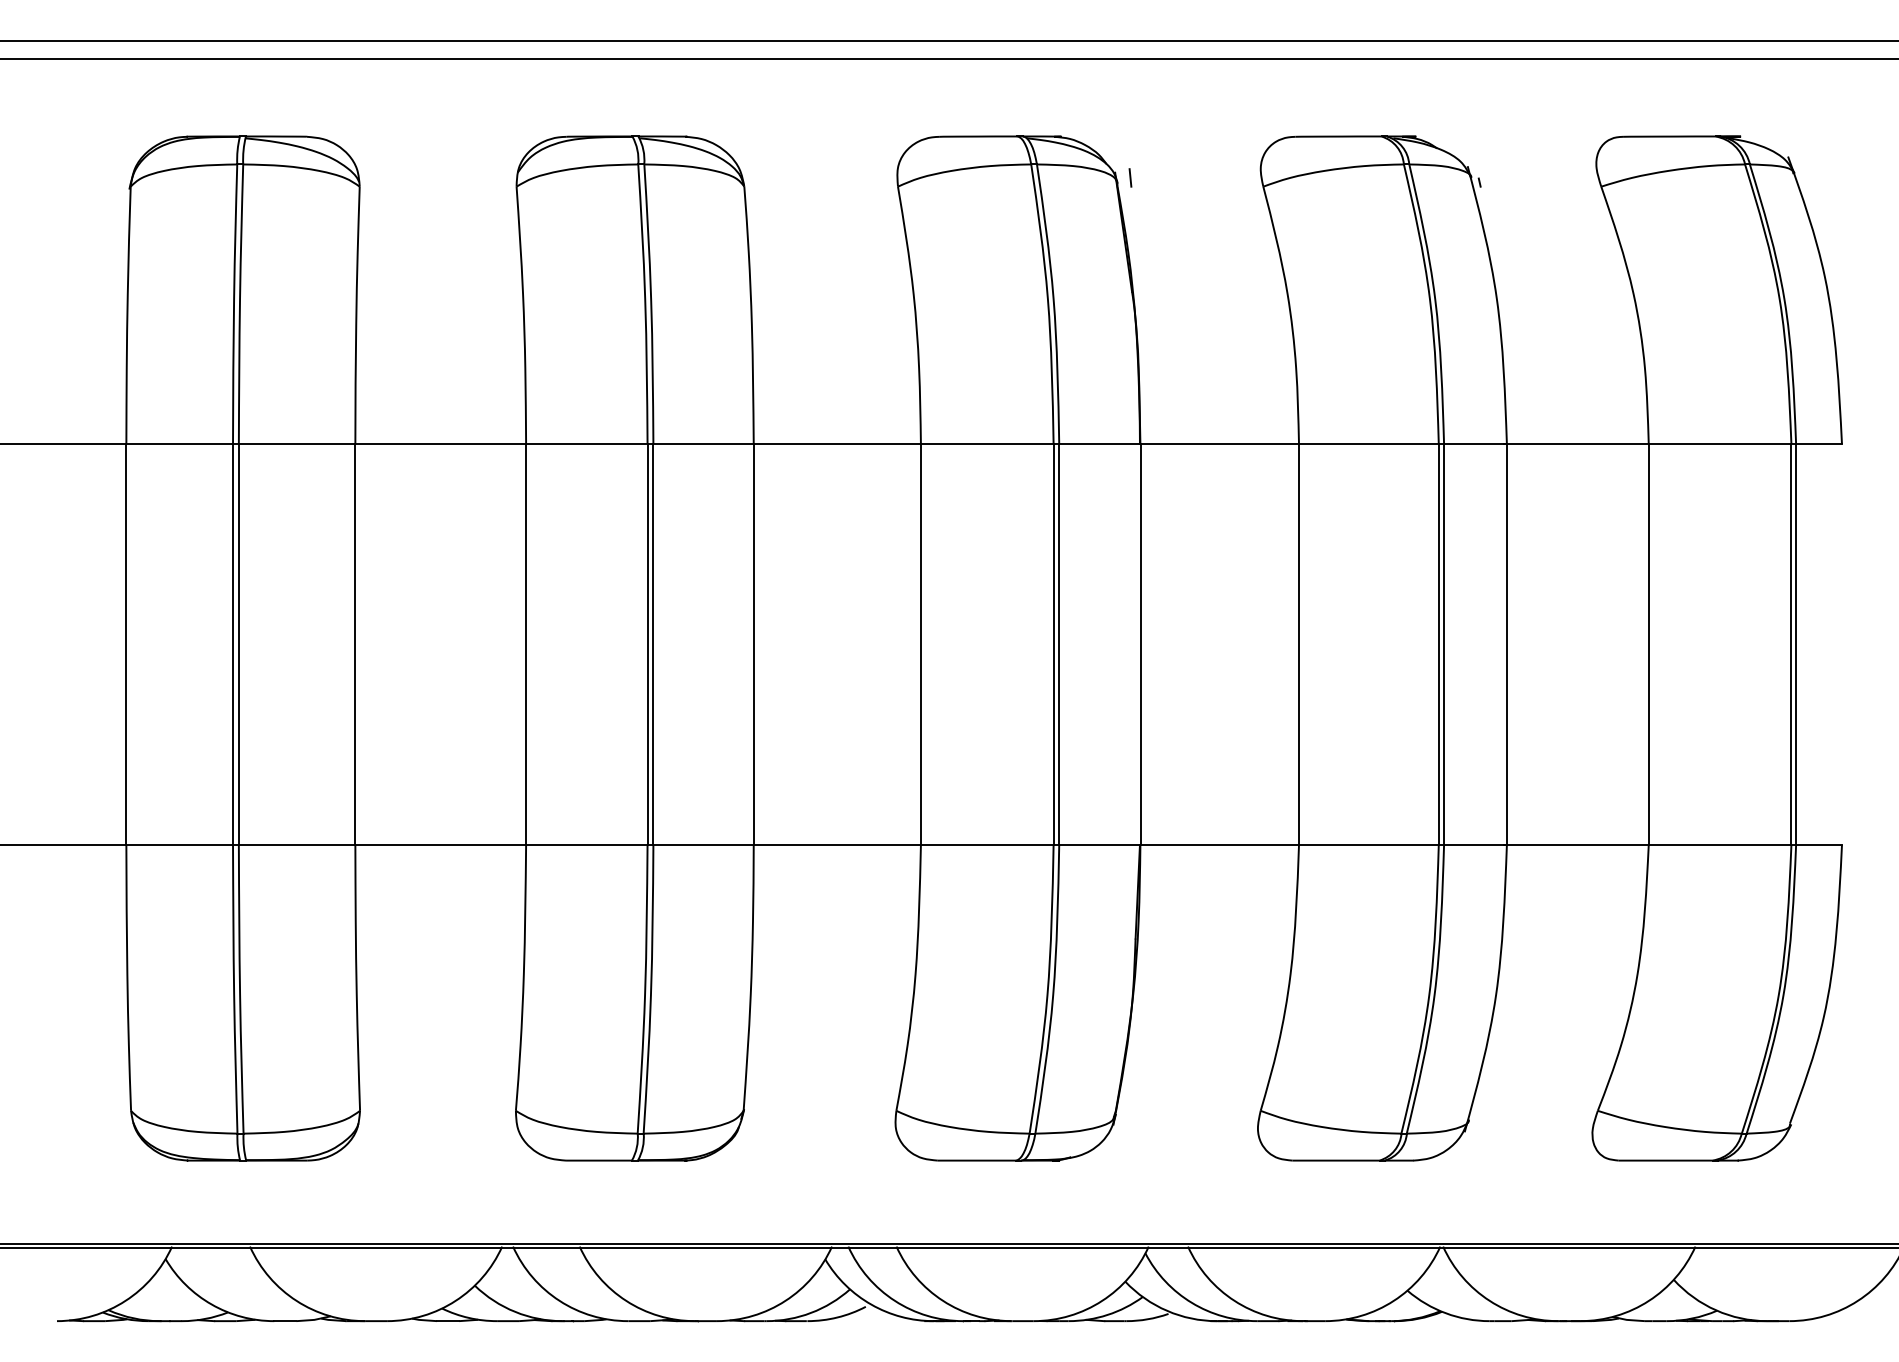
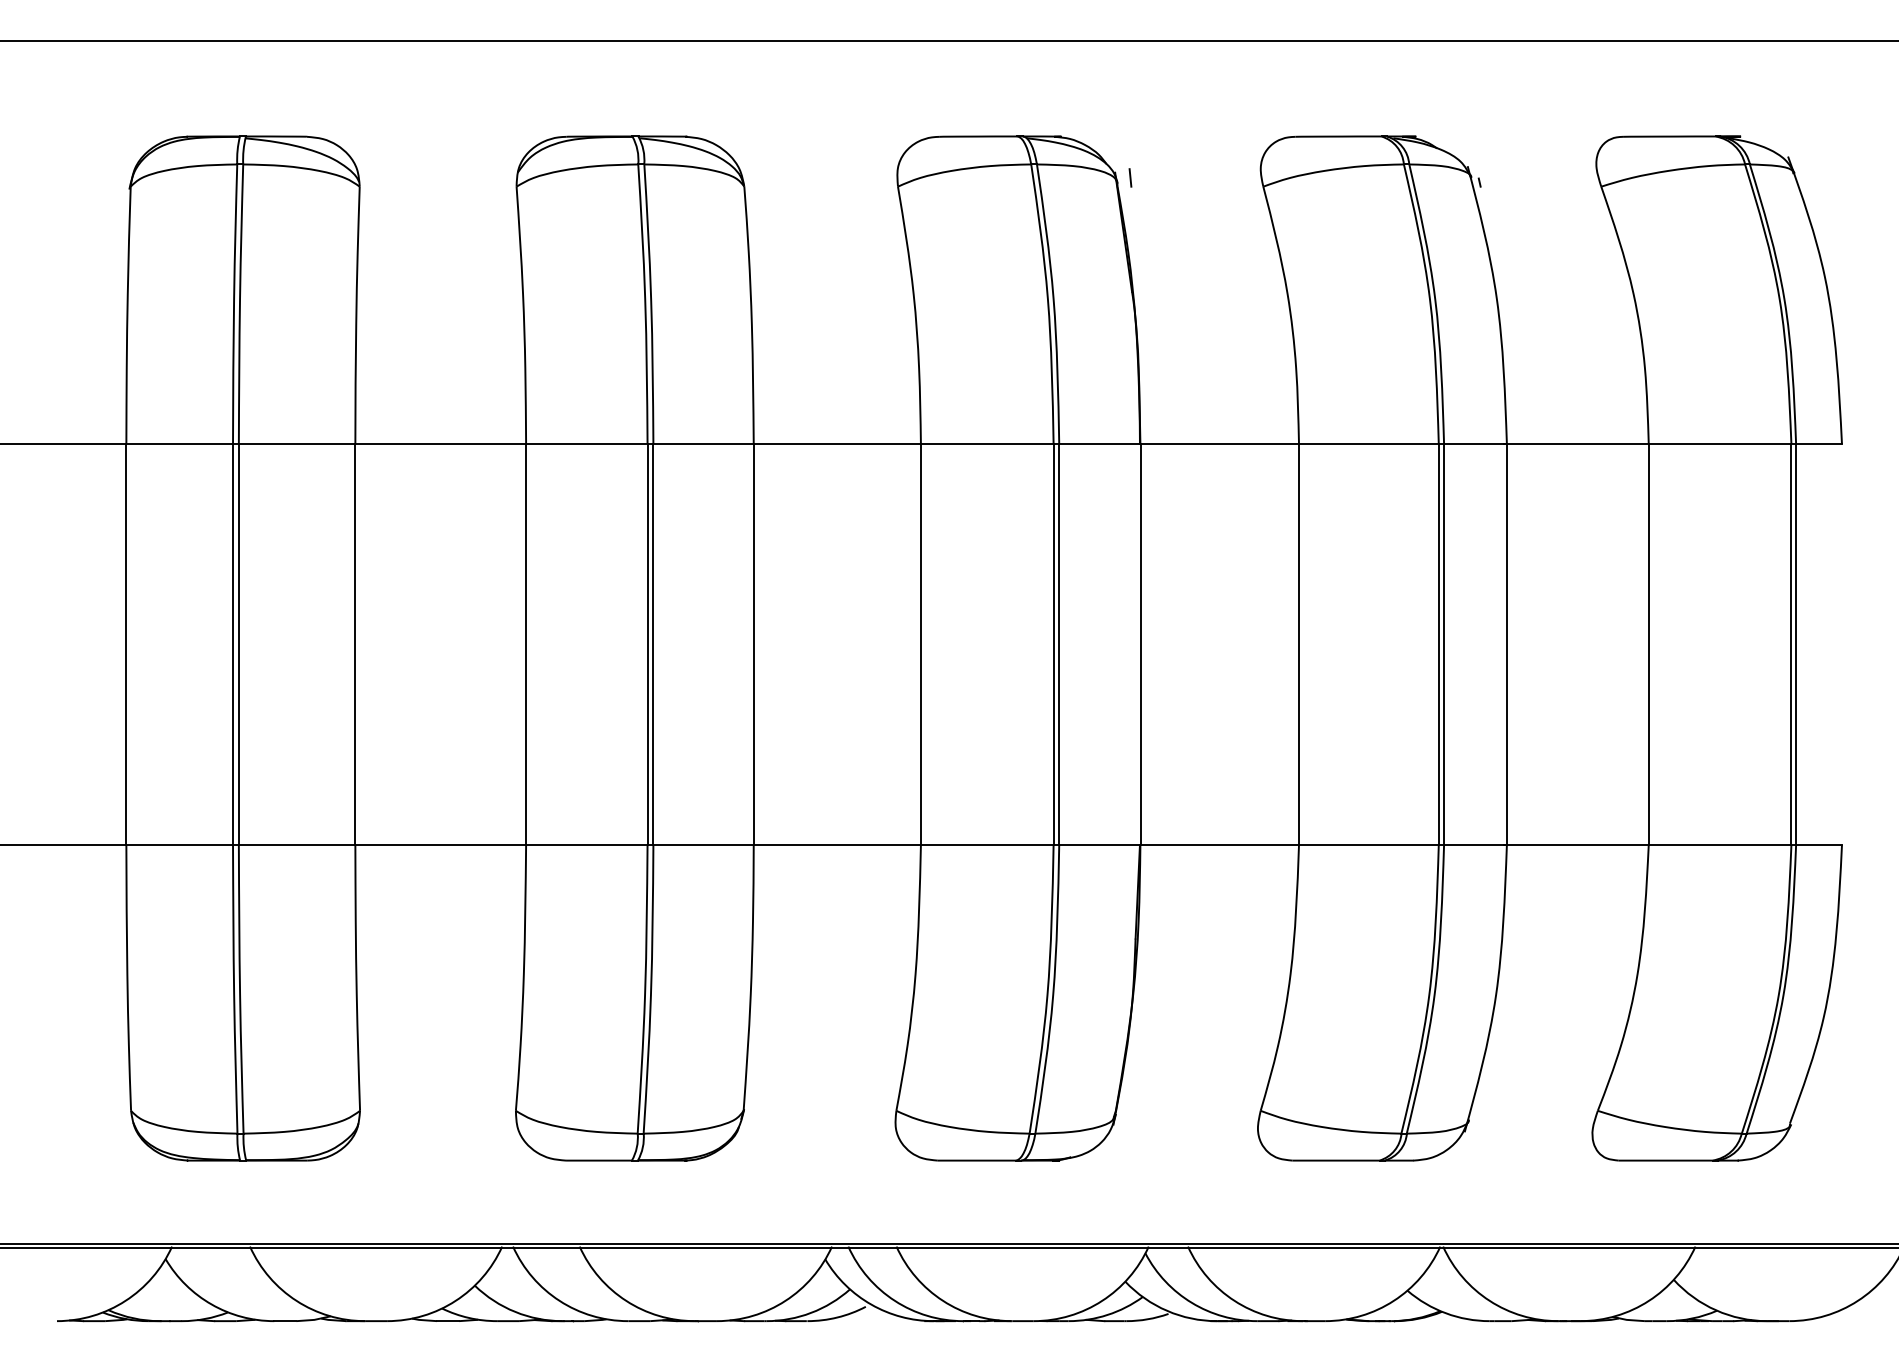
line at (948, 59): present -> none
